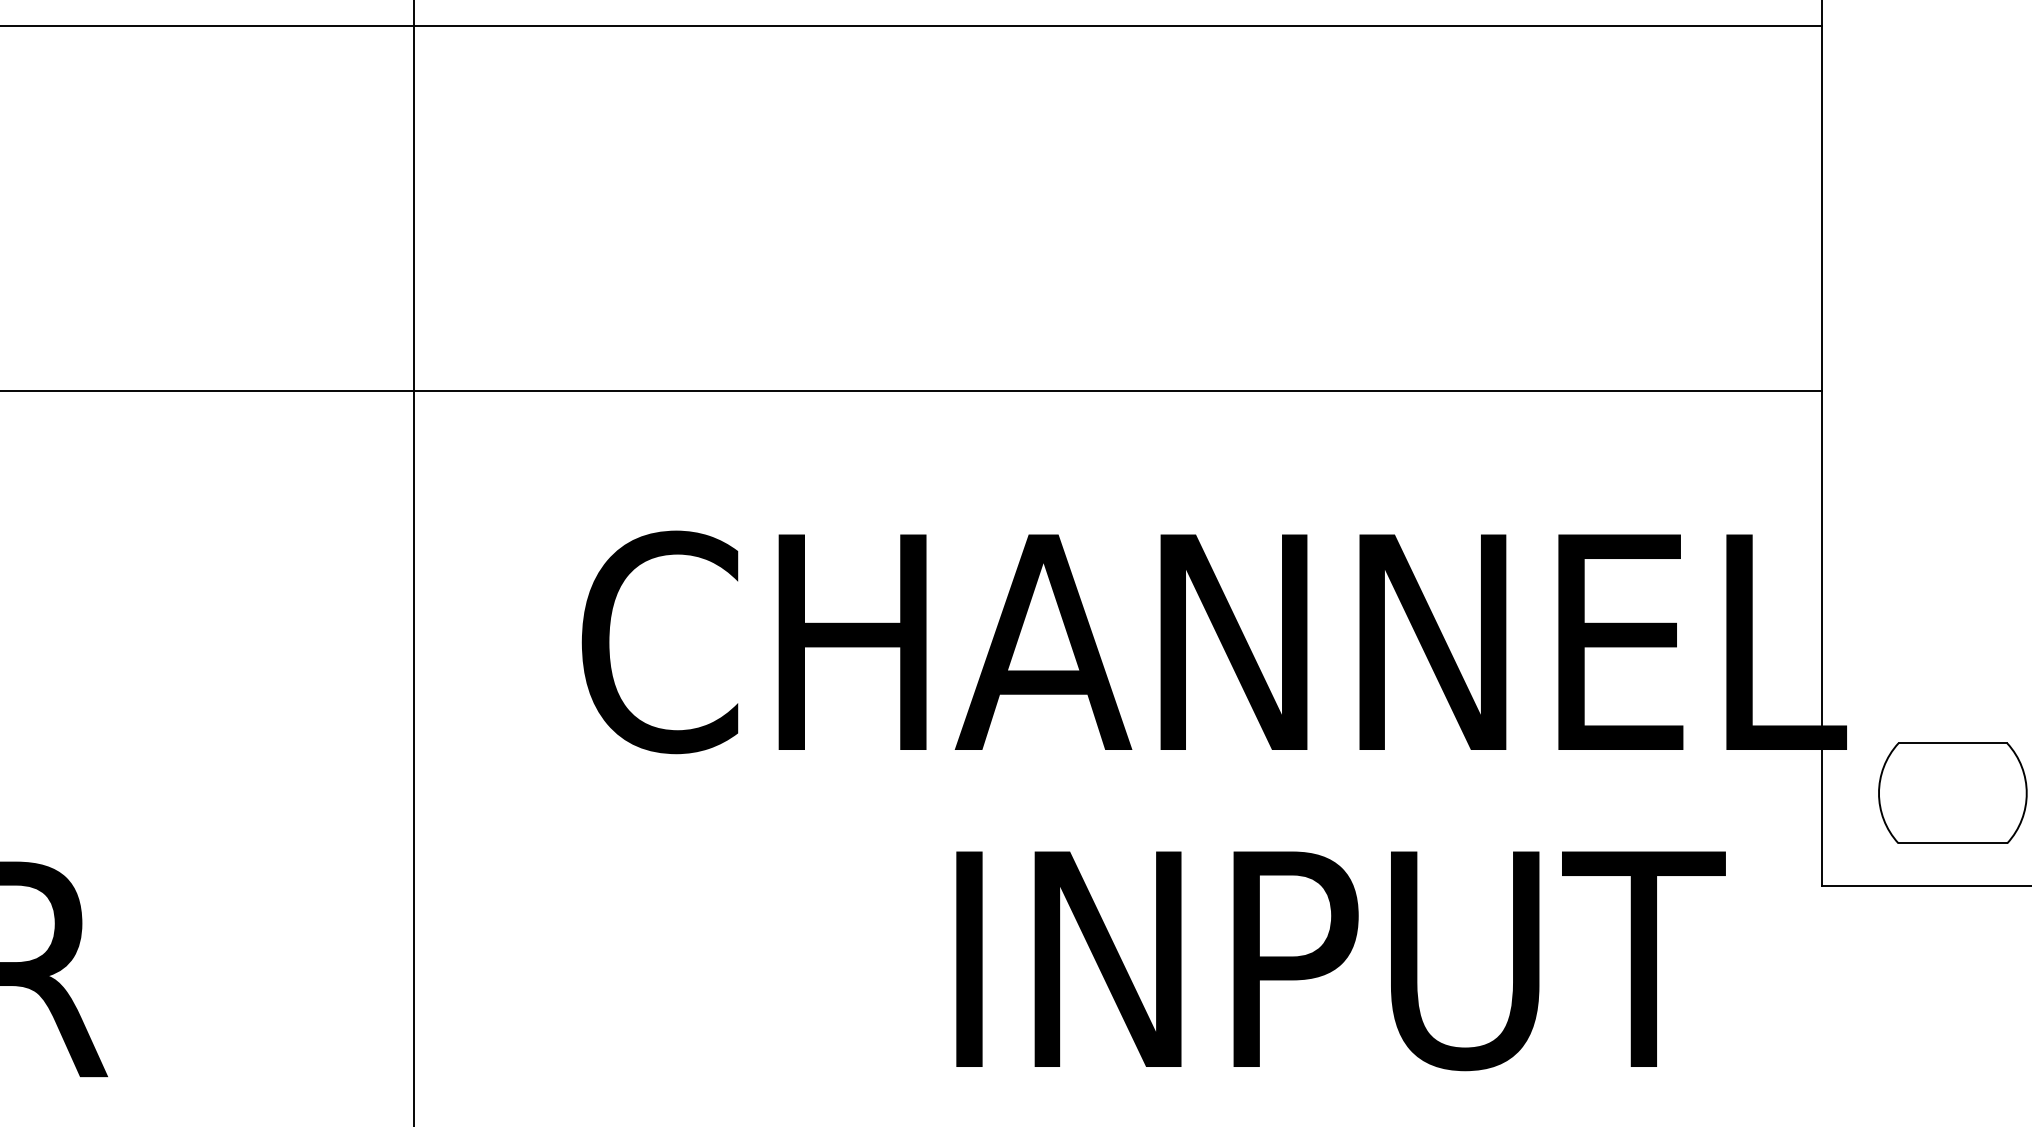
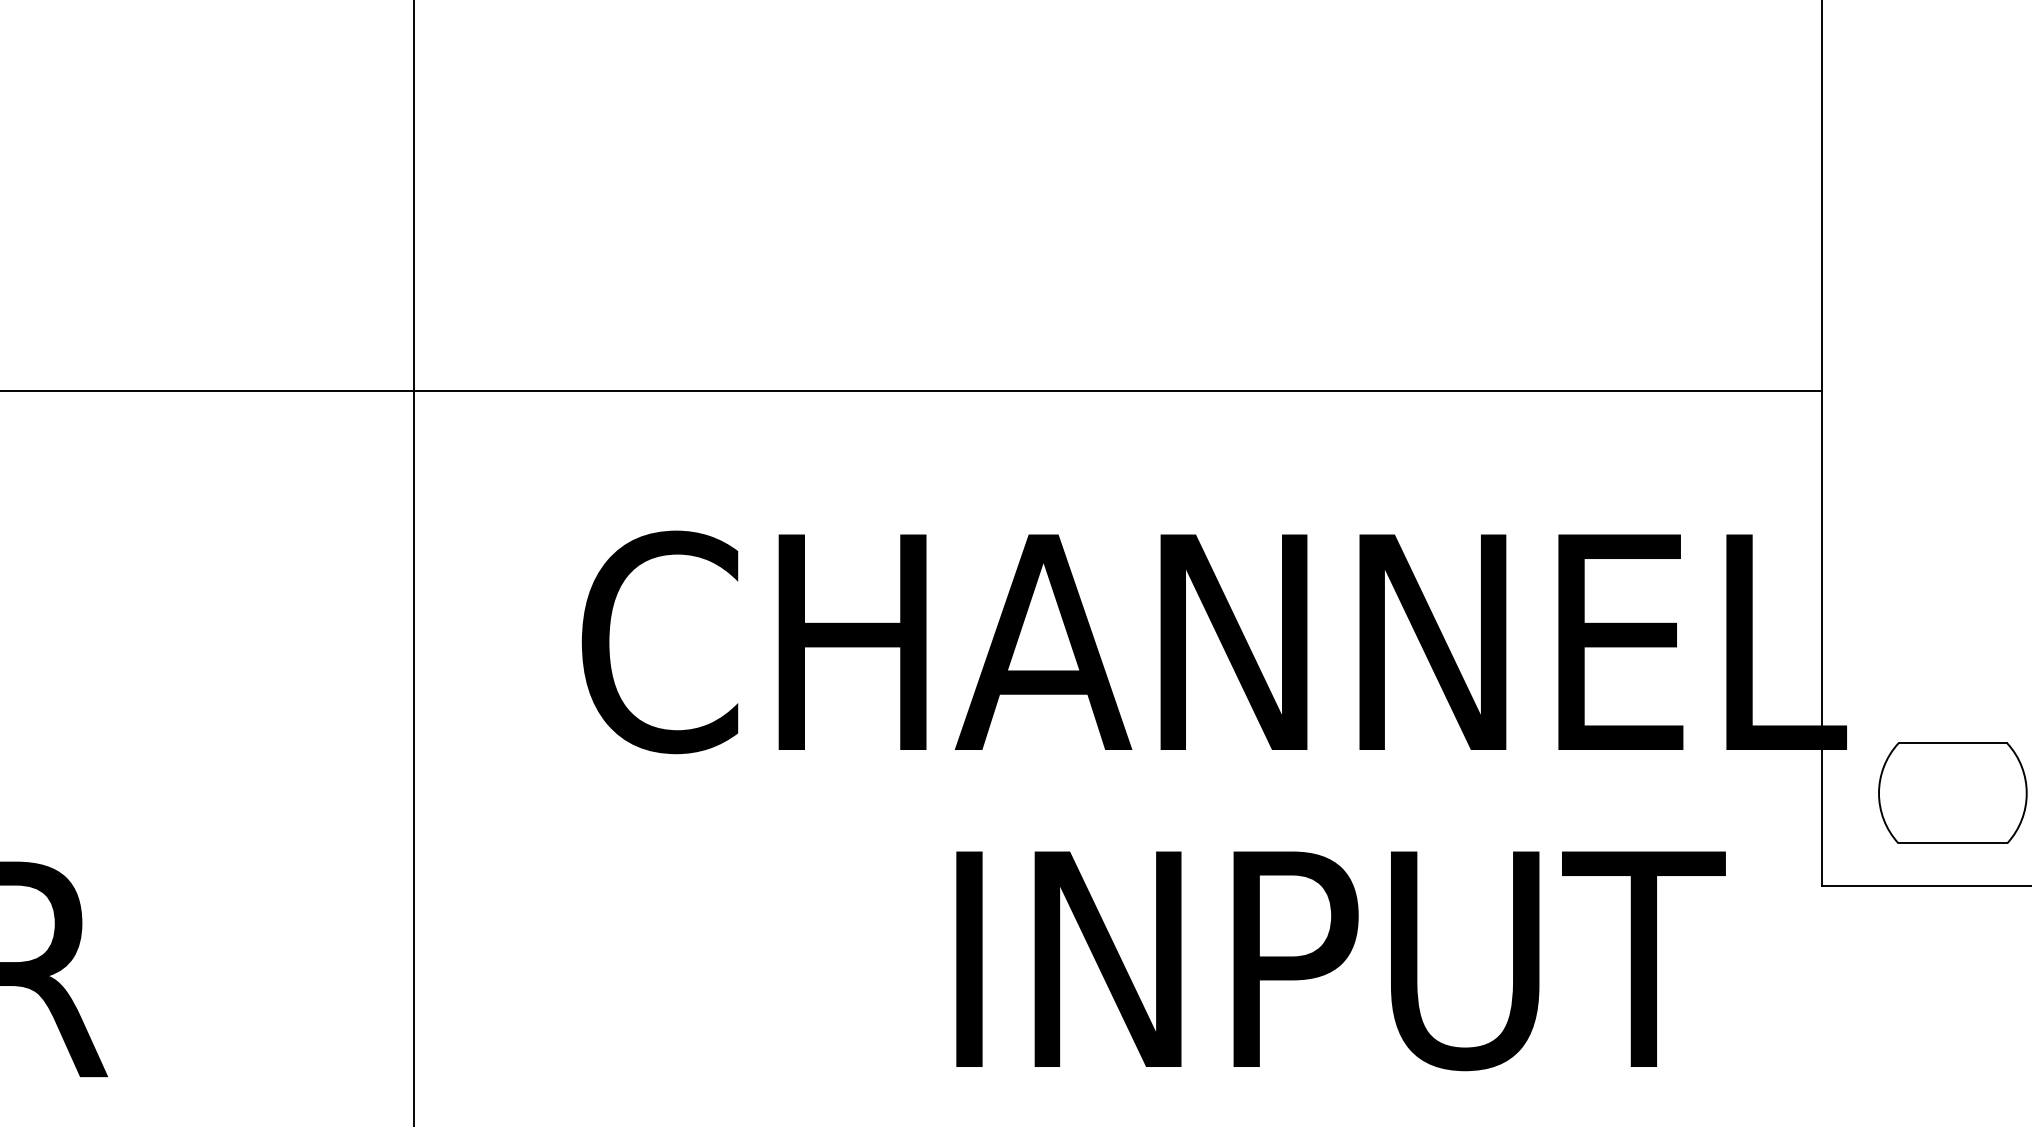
line at (912, 25): present -> none
